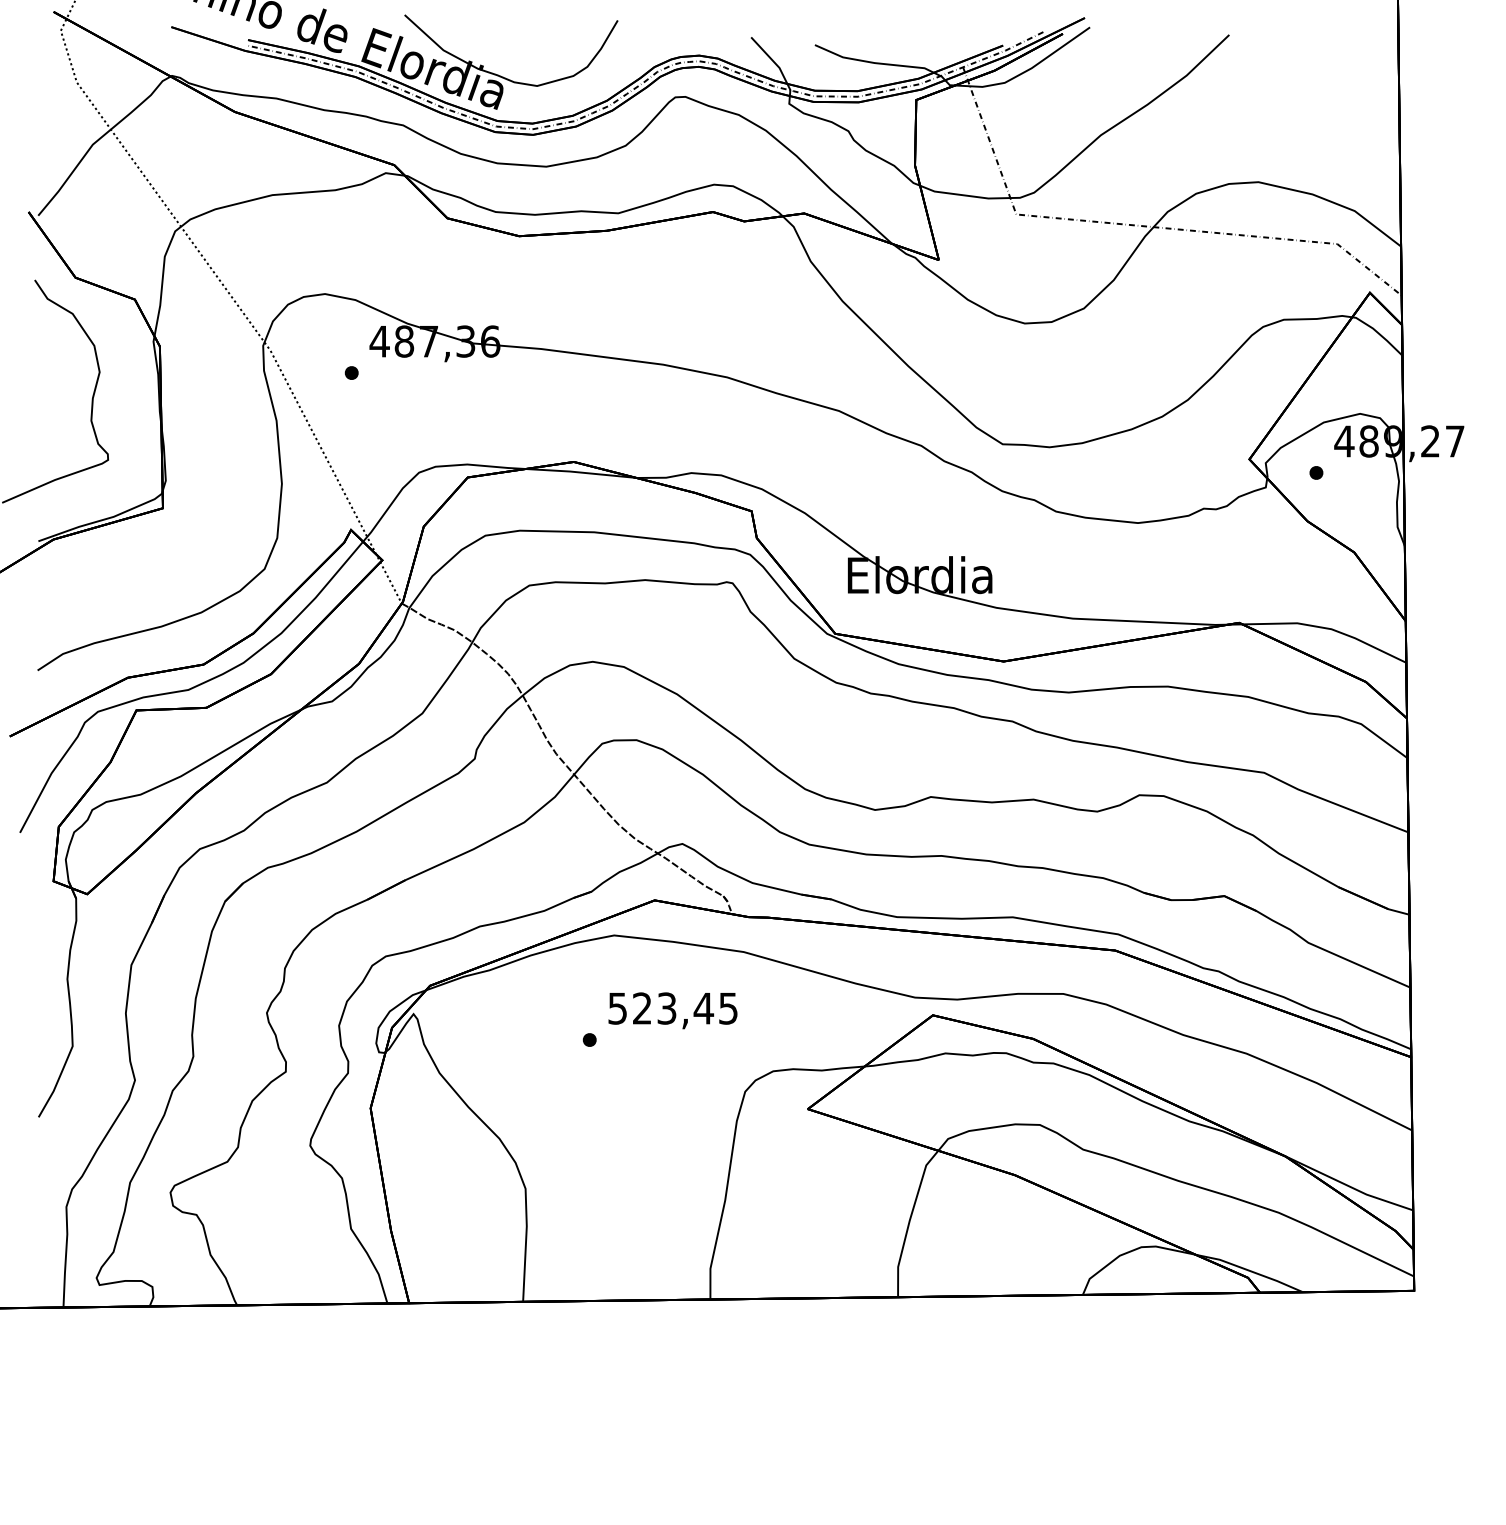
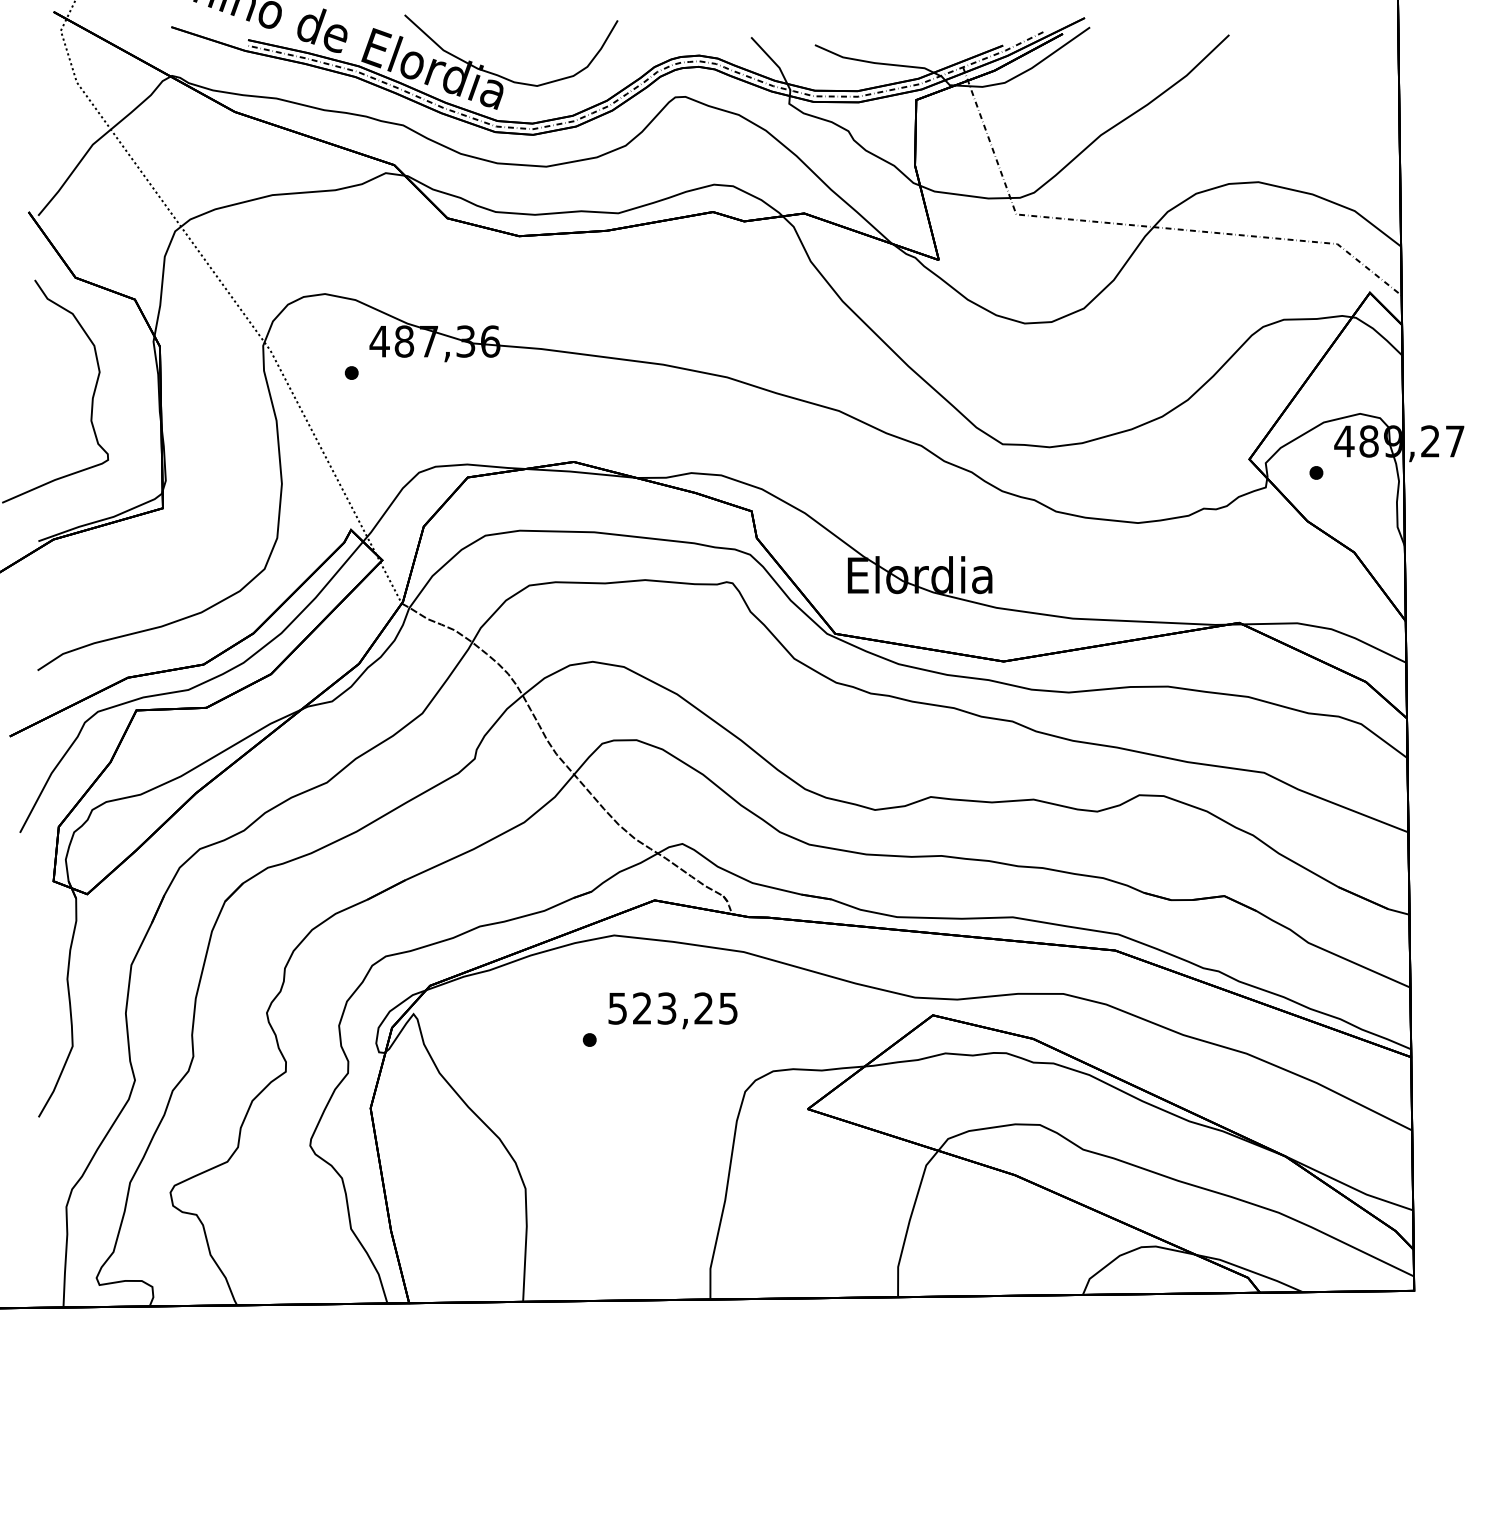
text at (703, 1008): 523,45 -> 523,25
